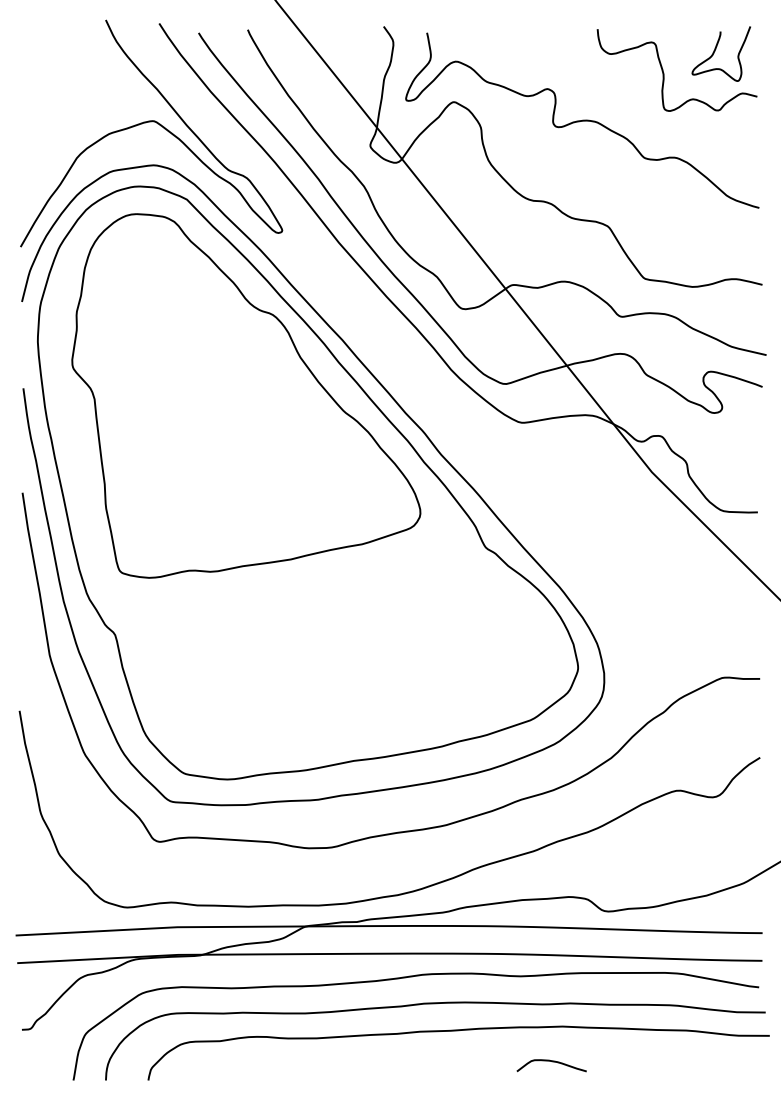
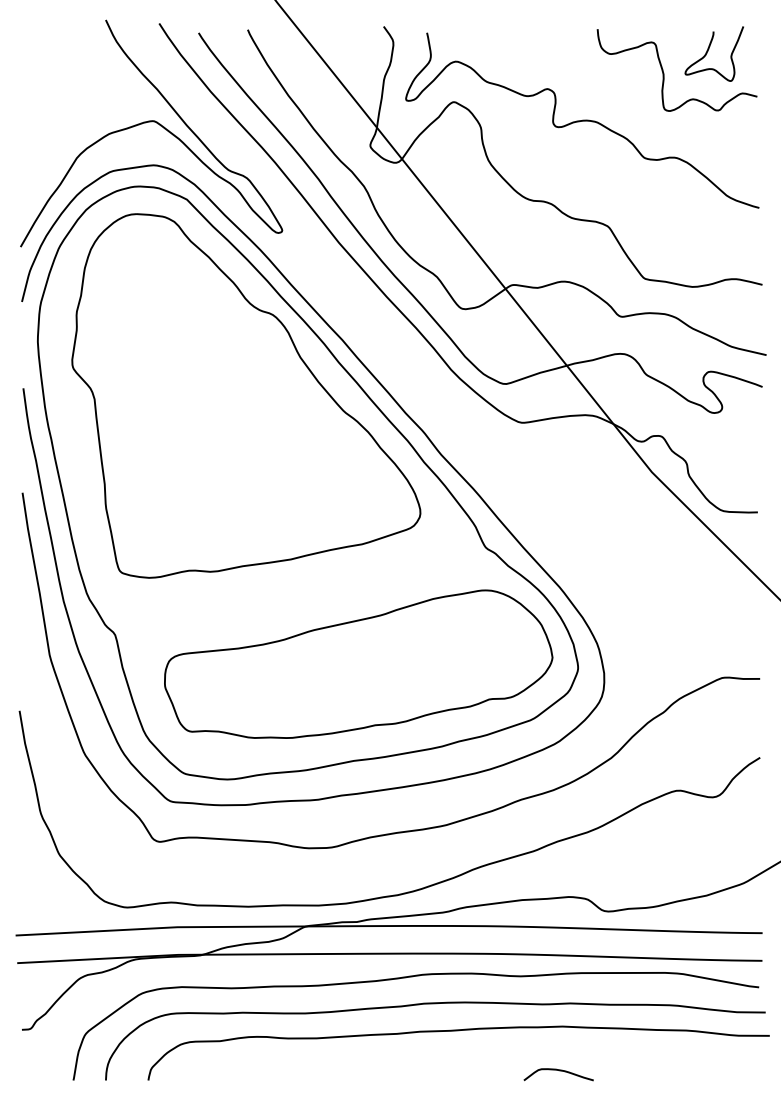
curve at (715, 51) position: (715, 51) -> (708, 51)
part at (358, 663): none -> present
curve at (552, 1062) position: (552, 1062) -> (559, 1071)
